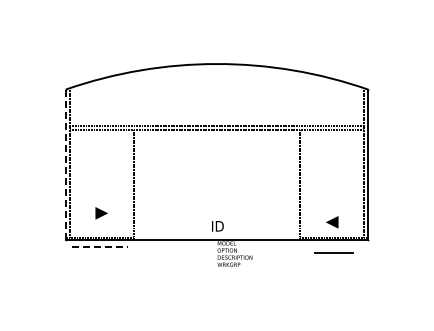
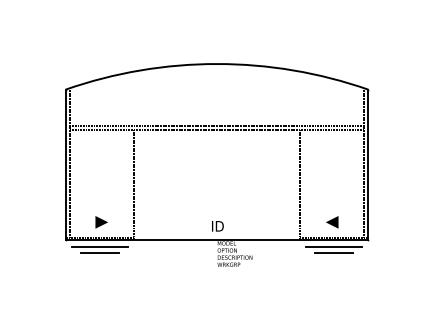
line at (65, 165): dashed -> solid
line at (101, 213) position: (101, 213) -> (101, 222)
line at (99, 246): dashed -> solid
line at (333, 246): none -> present
line at (99, 253): none -> present
